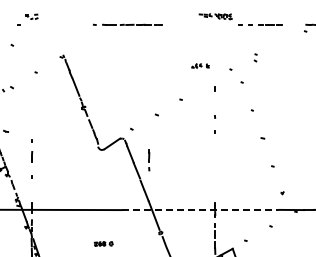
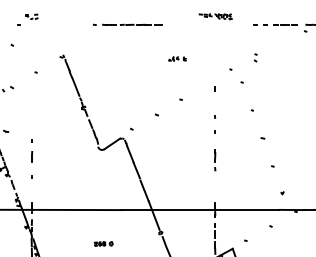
line at (260, 24) position: (260, 24) -> (275, 24)
part at (200, 65) position: (200, 65) -> (177, 58)
line at (149, 160) position: (149, 160) -> (215, 160)
line at (200, 210): dashed -> solid
